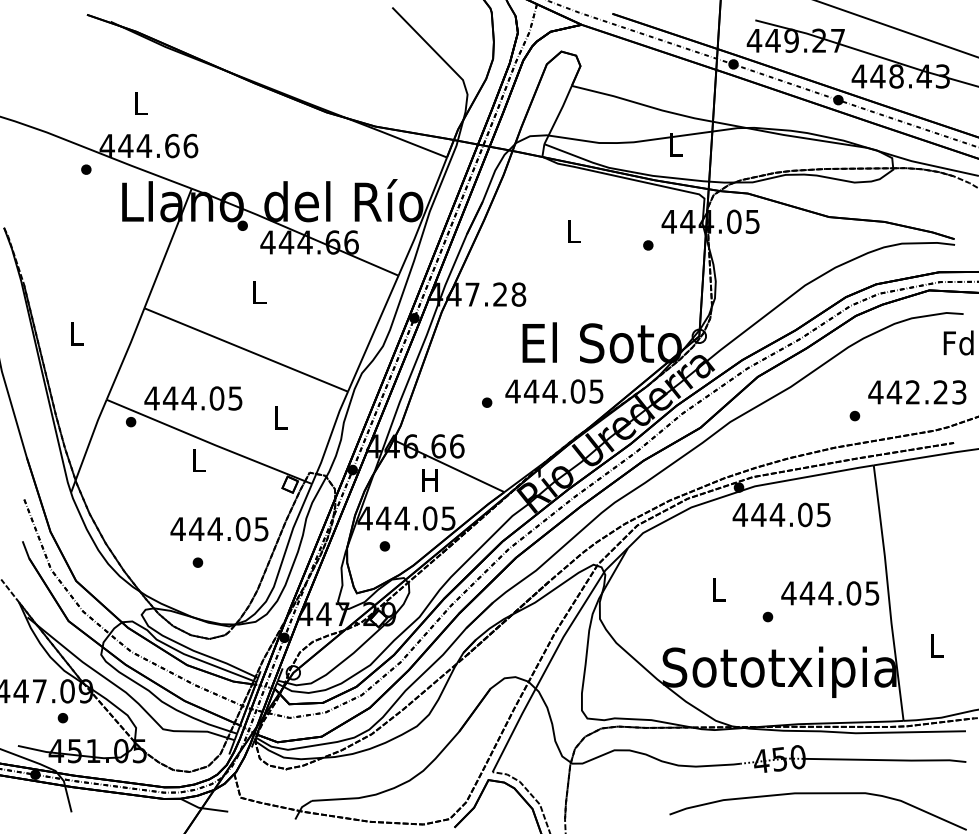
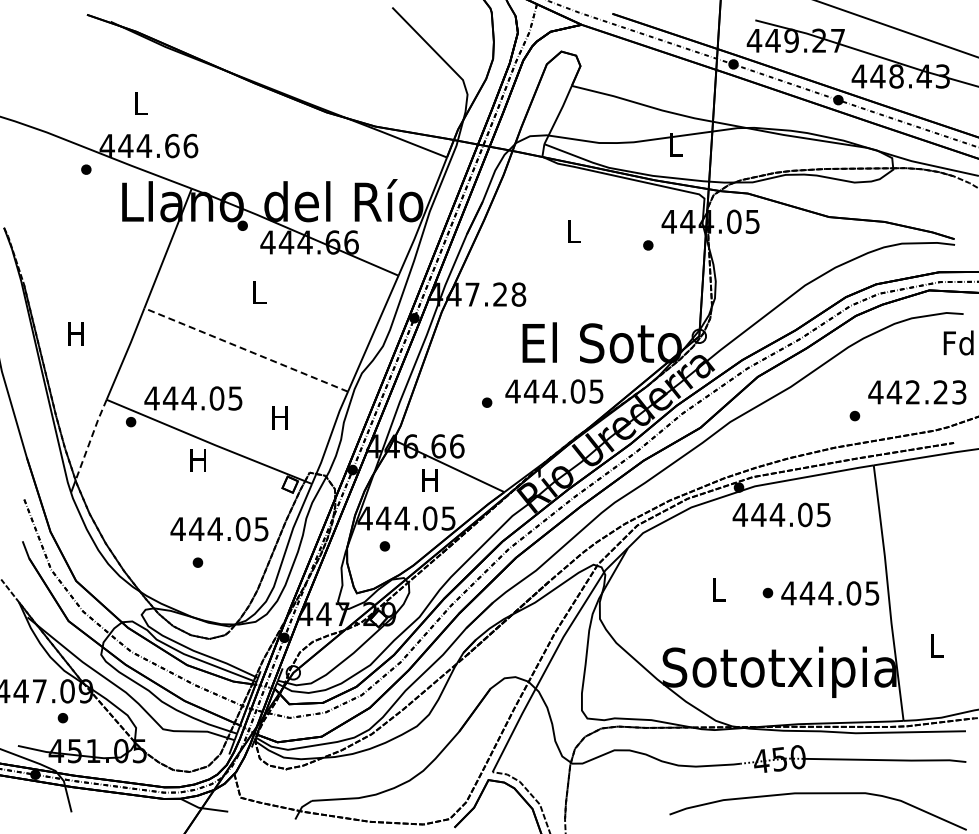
text at (75, 333): L -> H
line at (245, 349): solid -> dashed
text at (279, 417): L -> H
line at (90, 439): solid -> dashed
text at (197, 460): L -> H
part at (767, 616) position: (767, 616) -> (767, 592)
